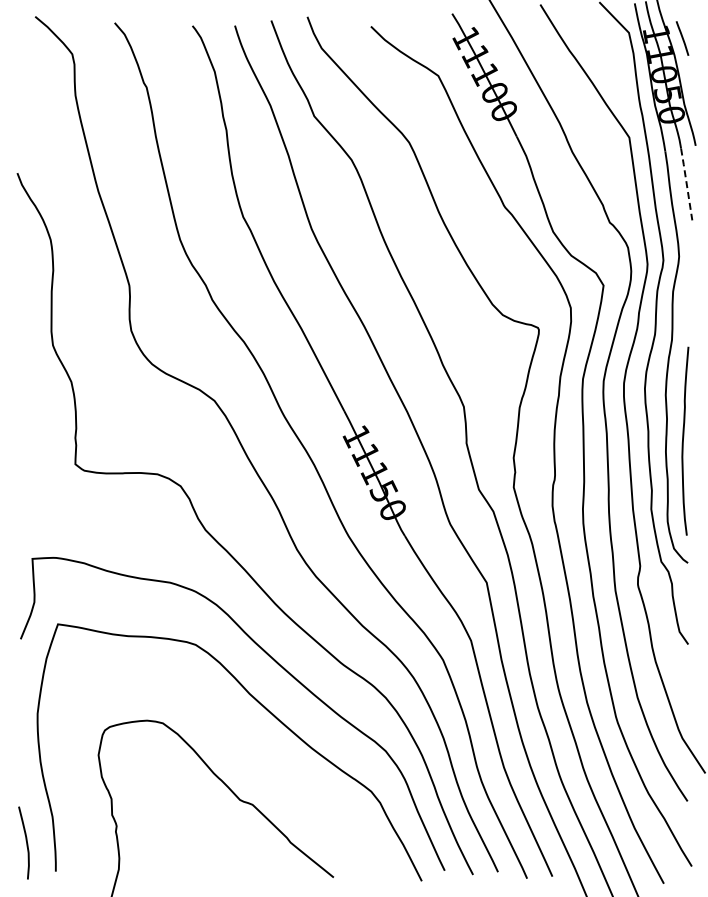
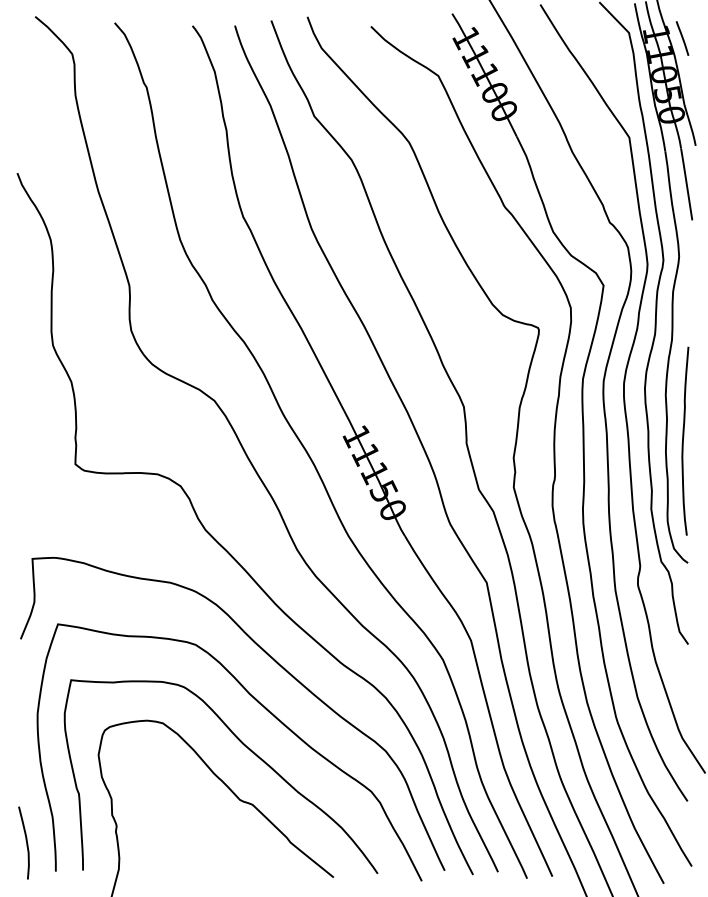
line at (686, 183): dashed -> solid
curve at (244, 746): none -> present
